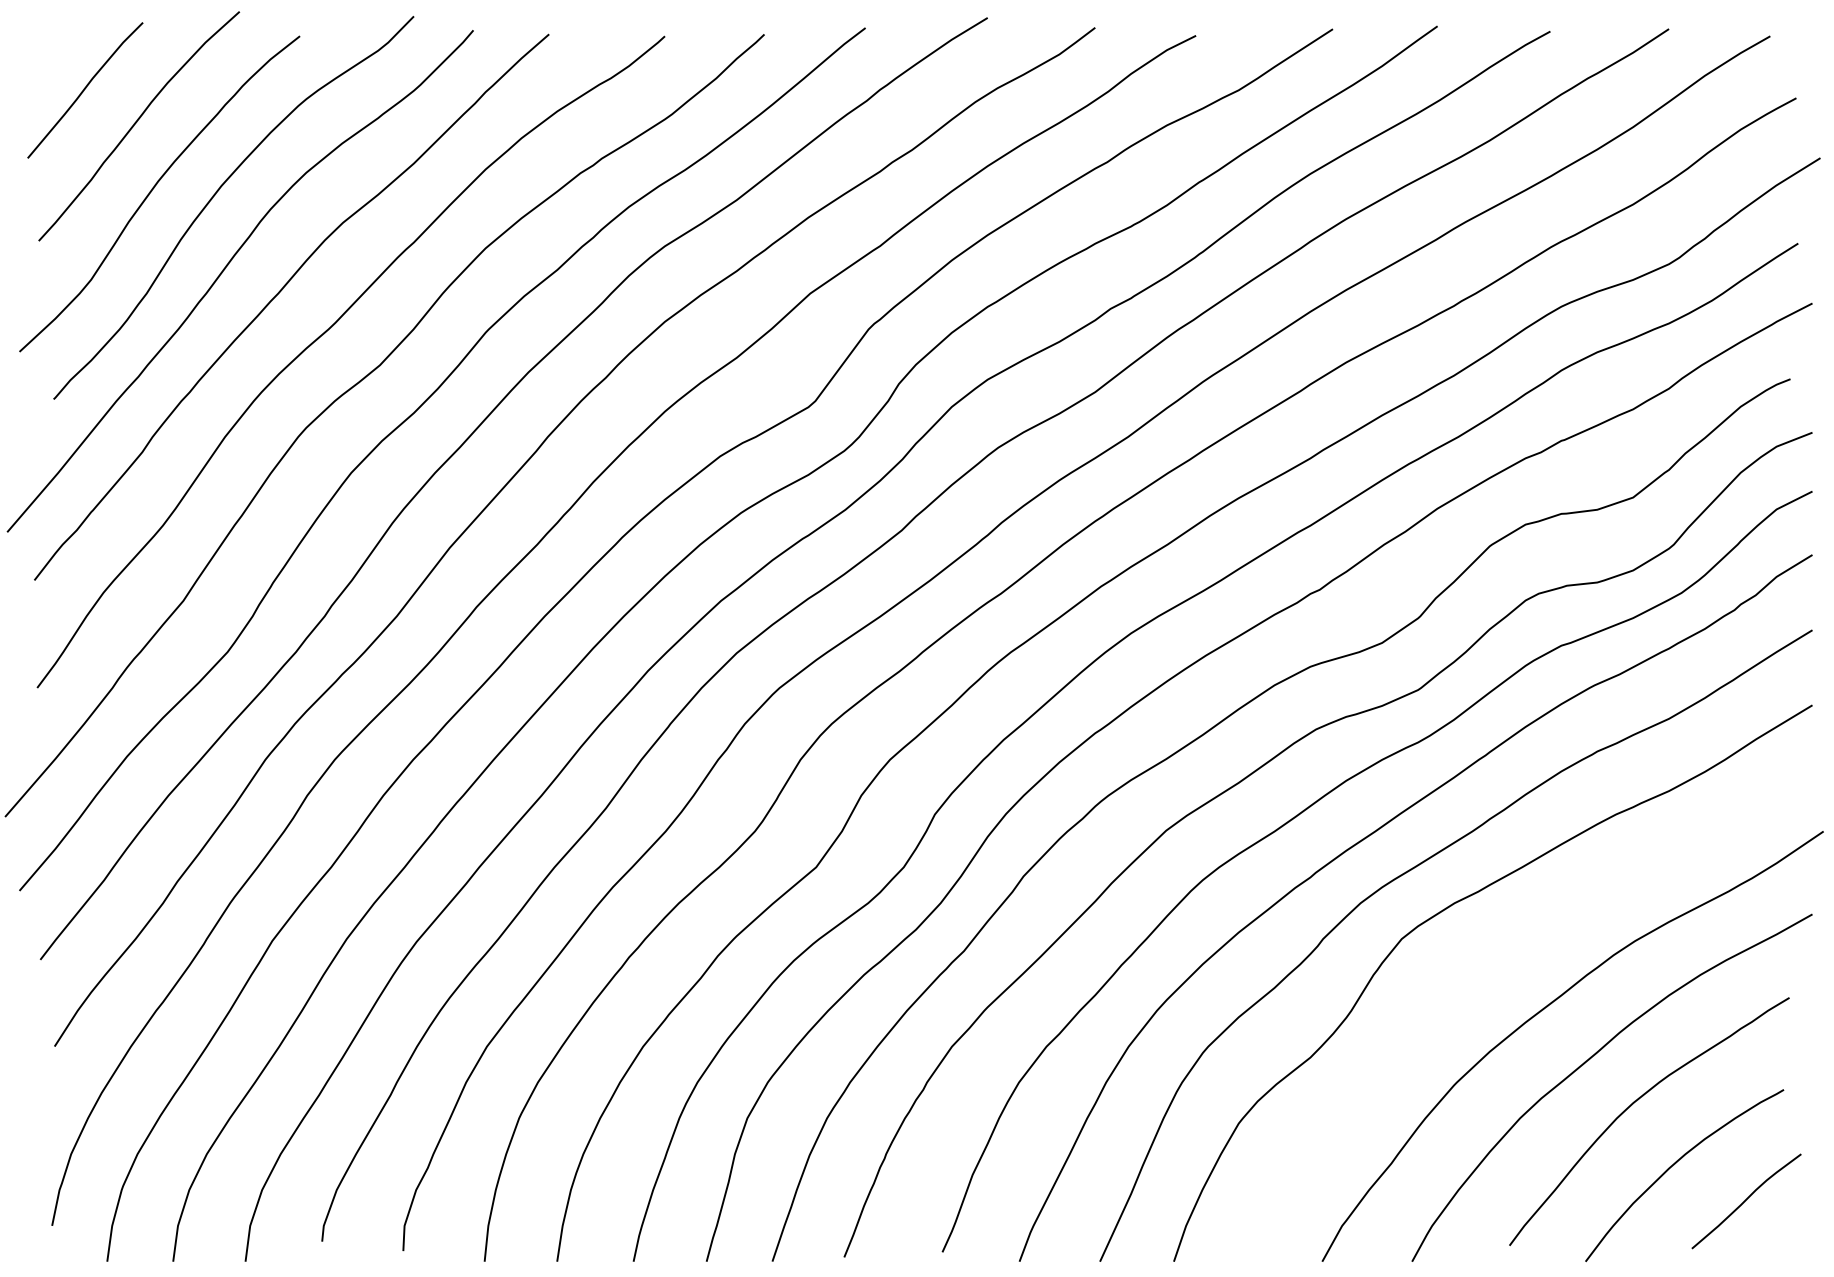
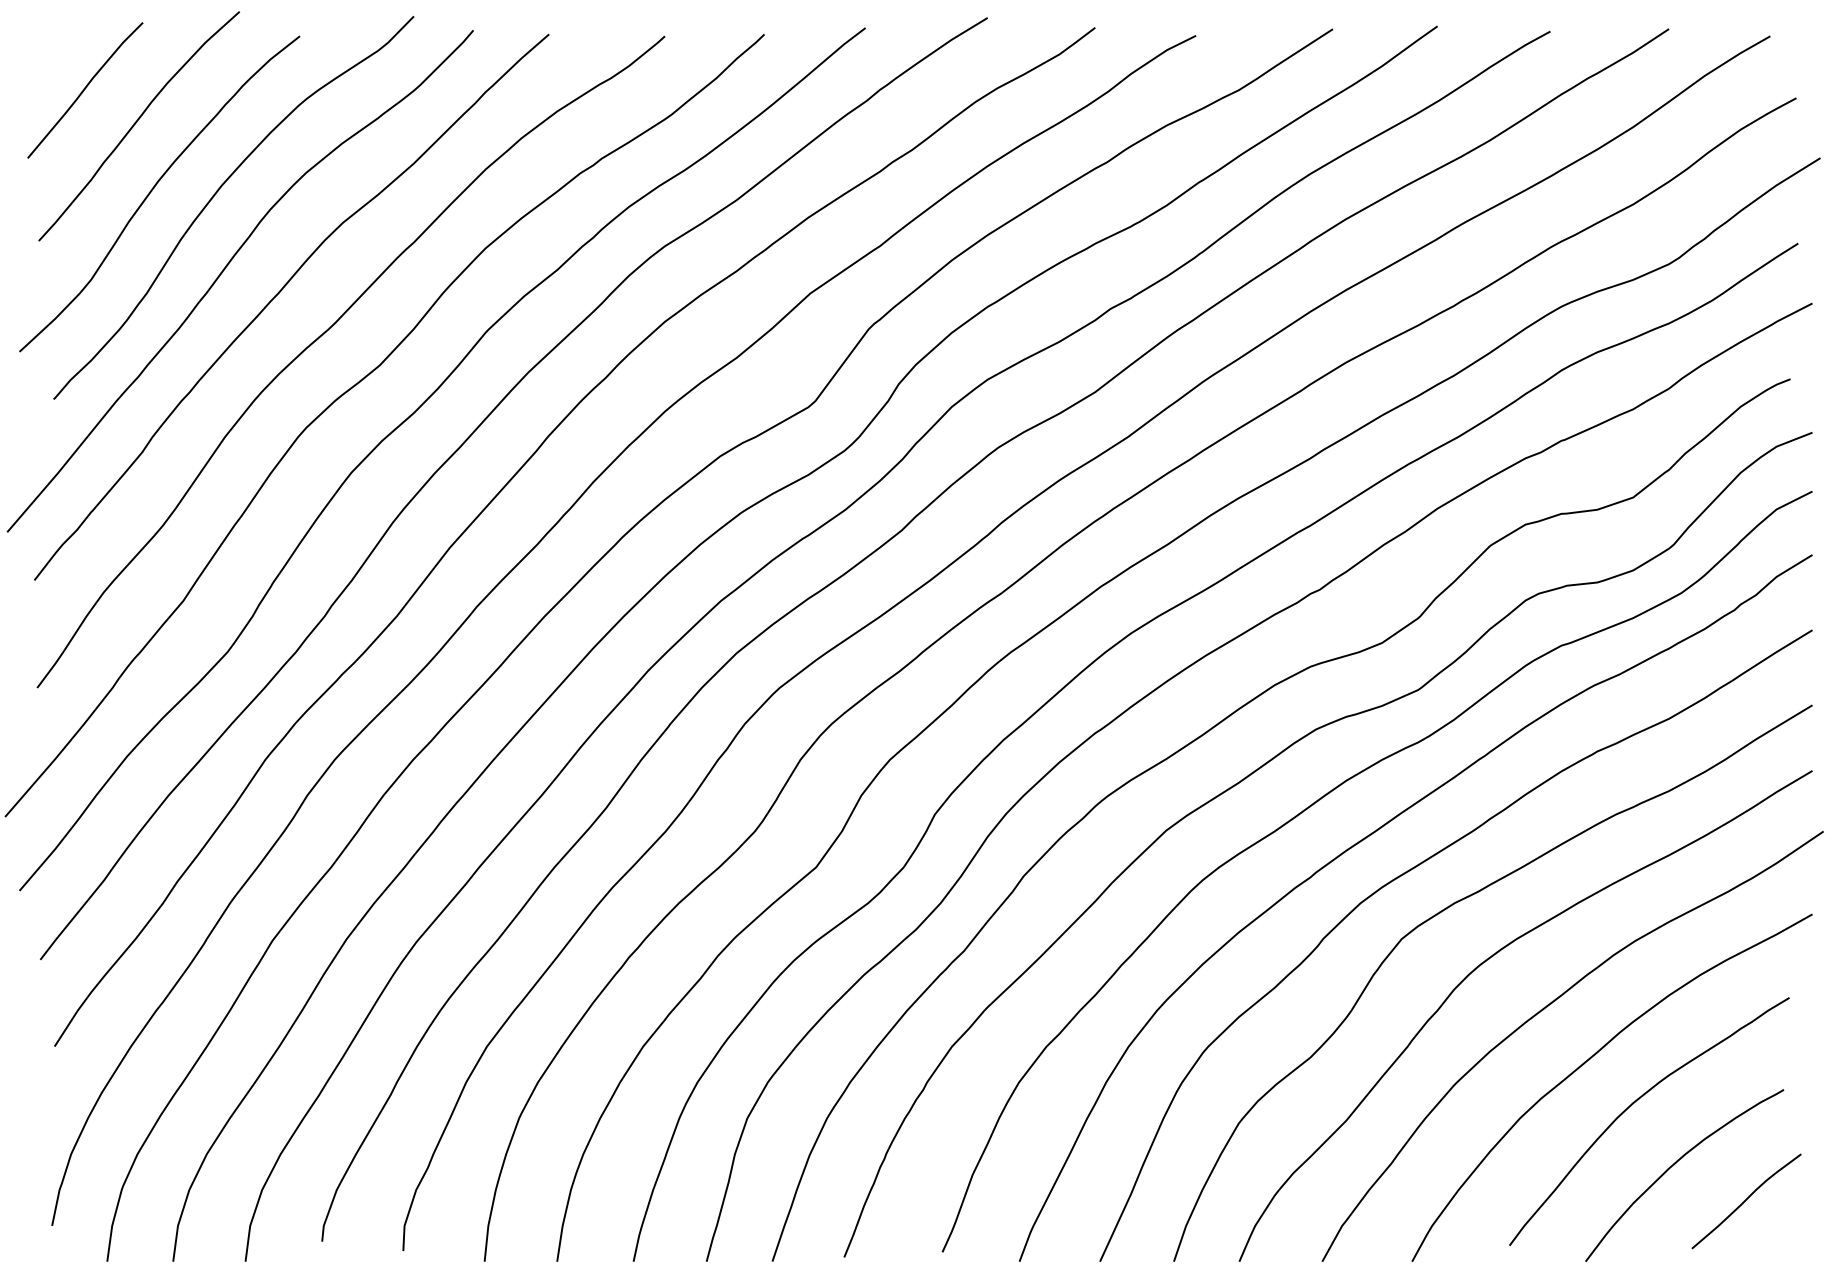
curve at (1485, 962): none -> present
